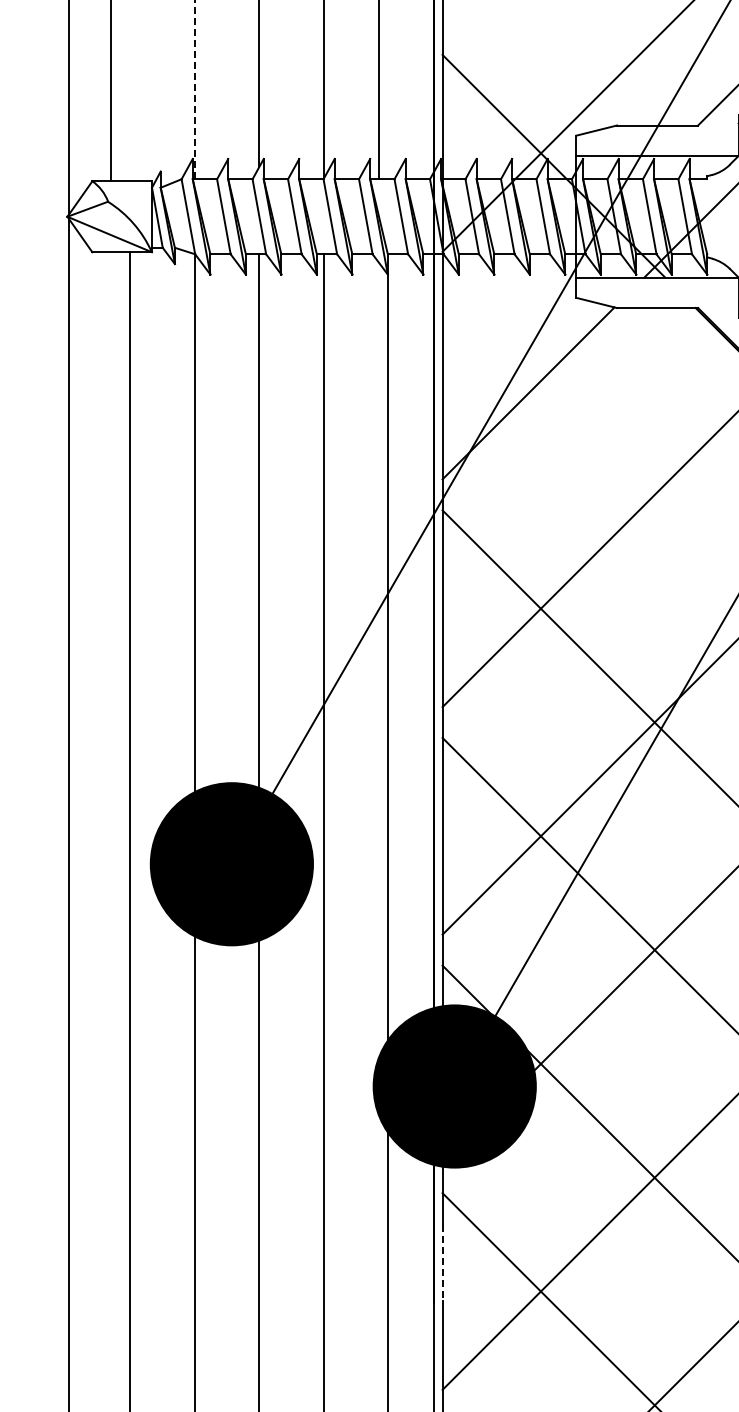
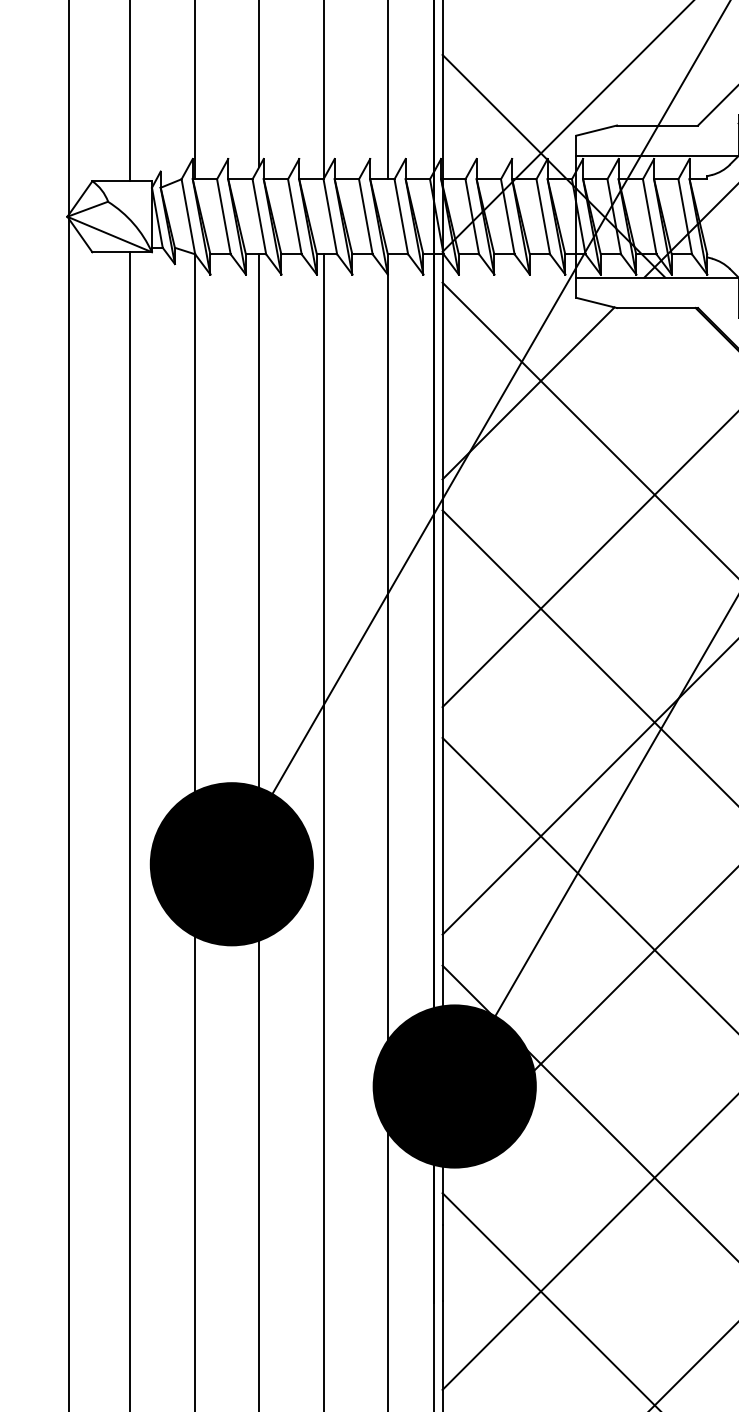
line at (194, 89): dashed -> solid
line at (378, 90) position: (378, 90) -> (387, 90)
line at (111, 91) position: (111, 91) -> (130, 91)
line at (588, 428): none -> present
line at (442, 1263): dashed -> solid
